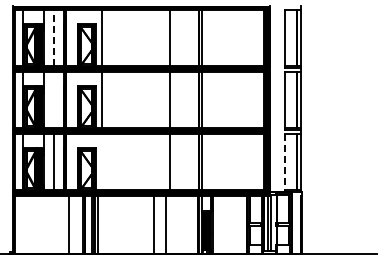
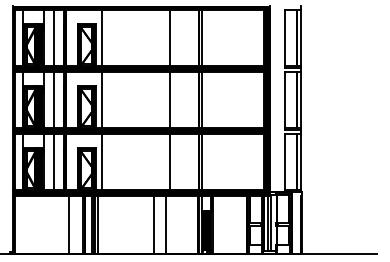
line at (53, 38): dashed -> solid
line at (53, 99): none -> present
line at (101, 161): none -> present
line at (285, 163): dashed -> solid
